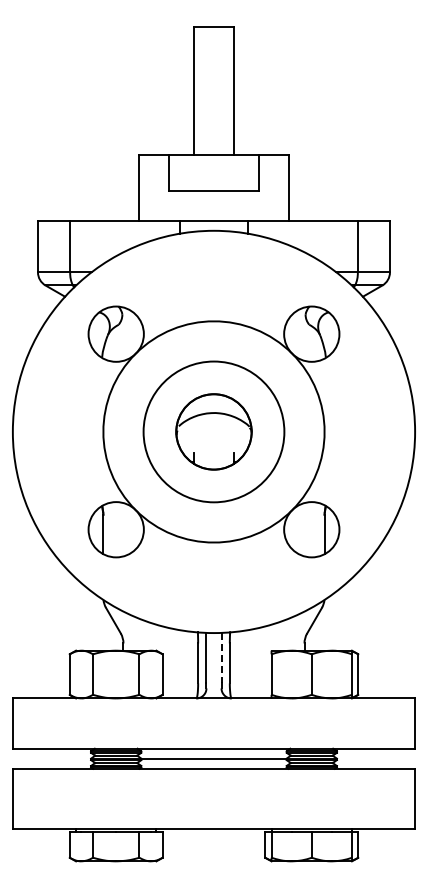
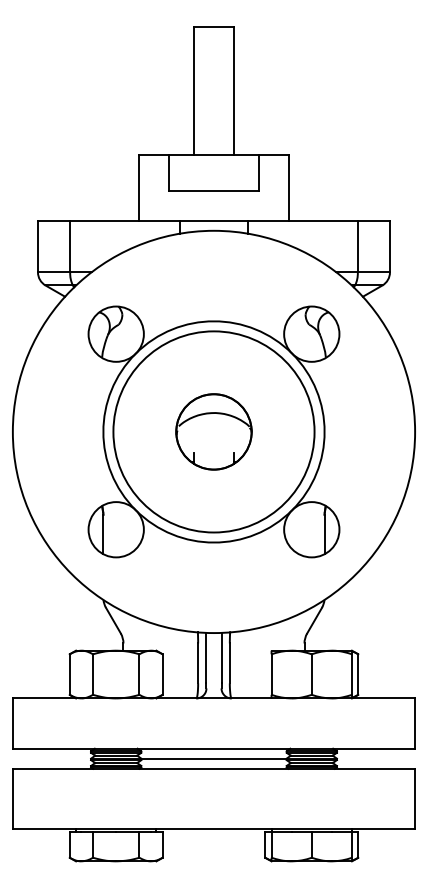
circle at (213, 431) diameter: 141 px -> 201 px
line at (221, 658): dashed -> solid
